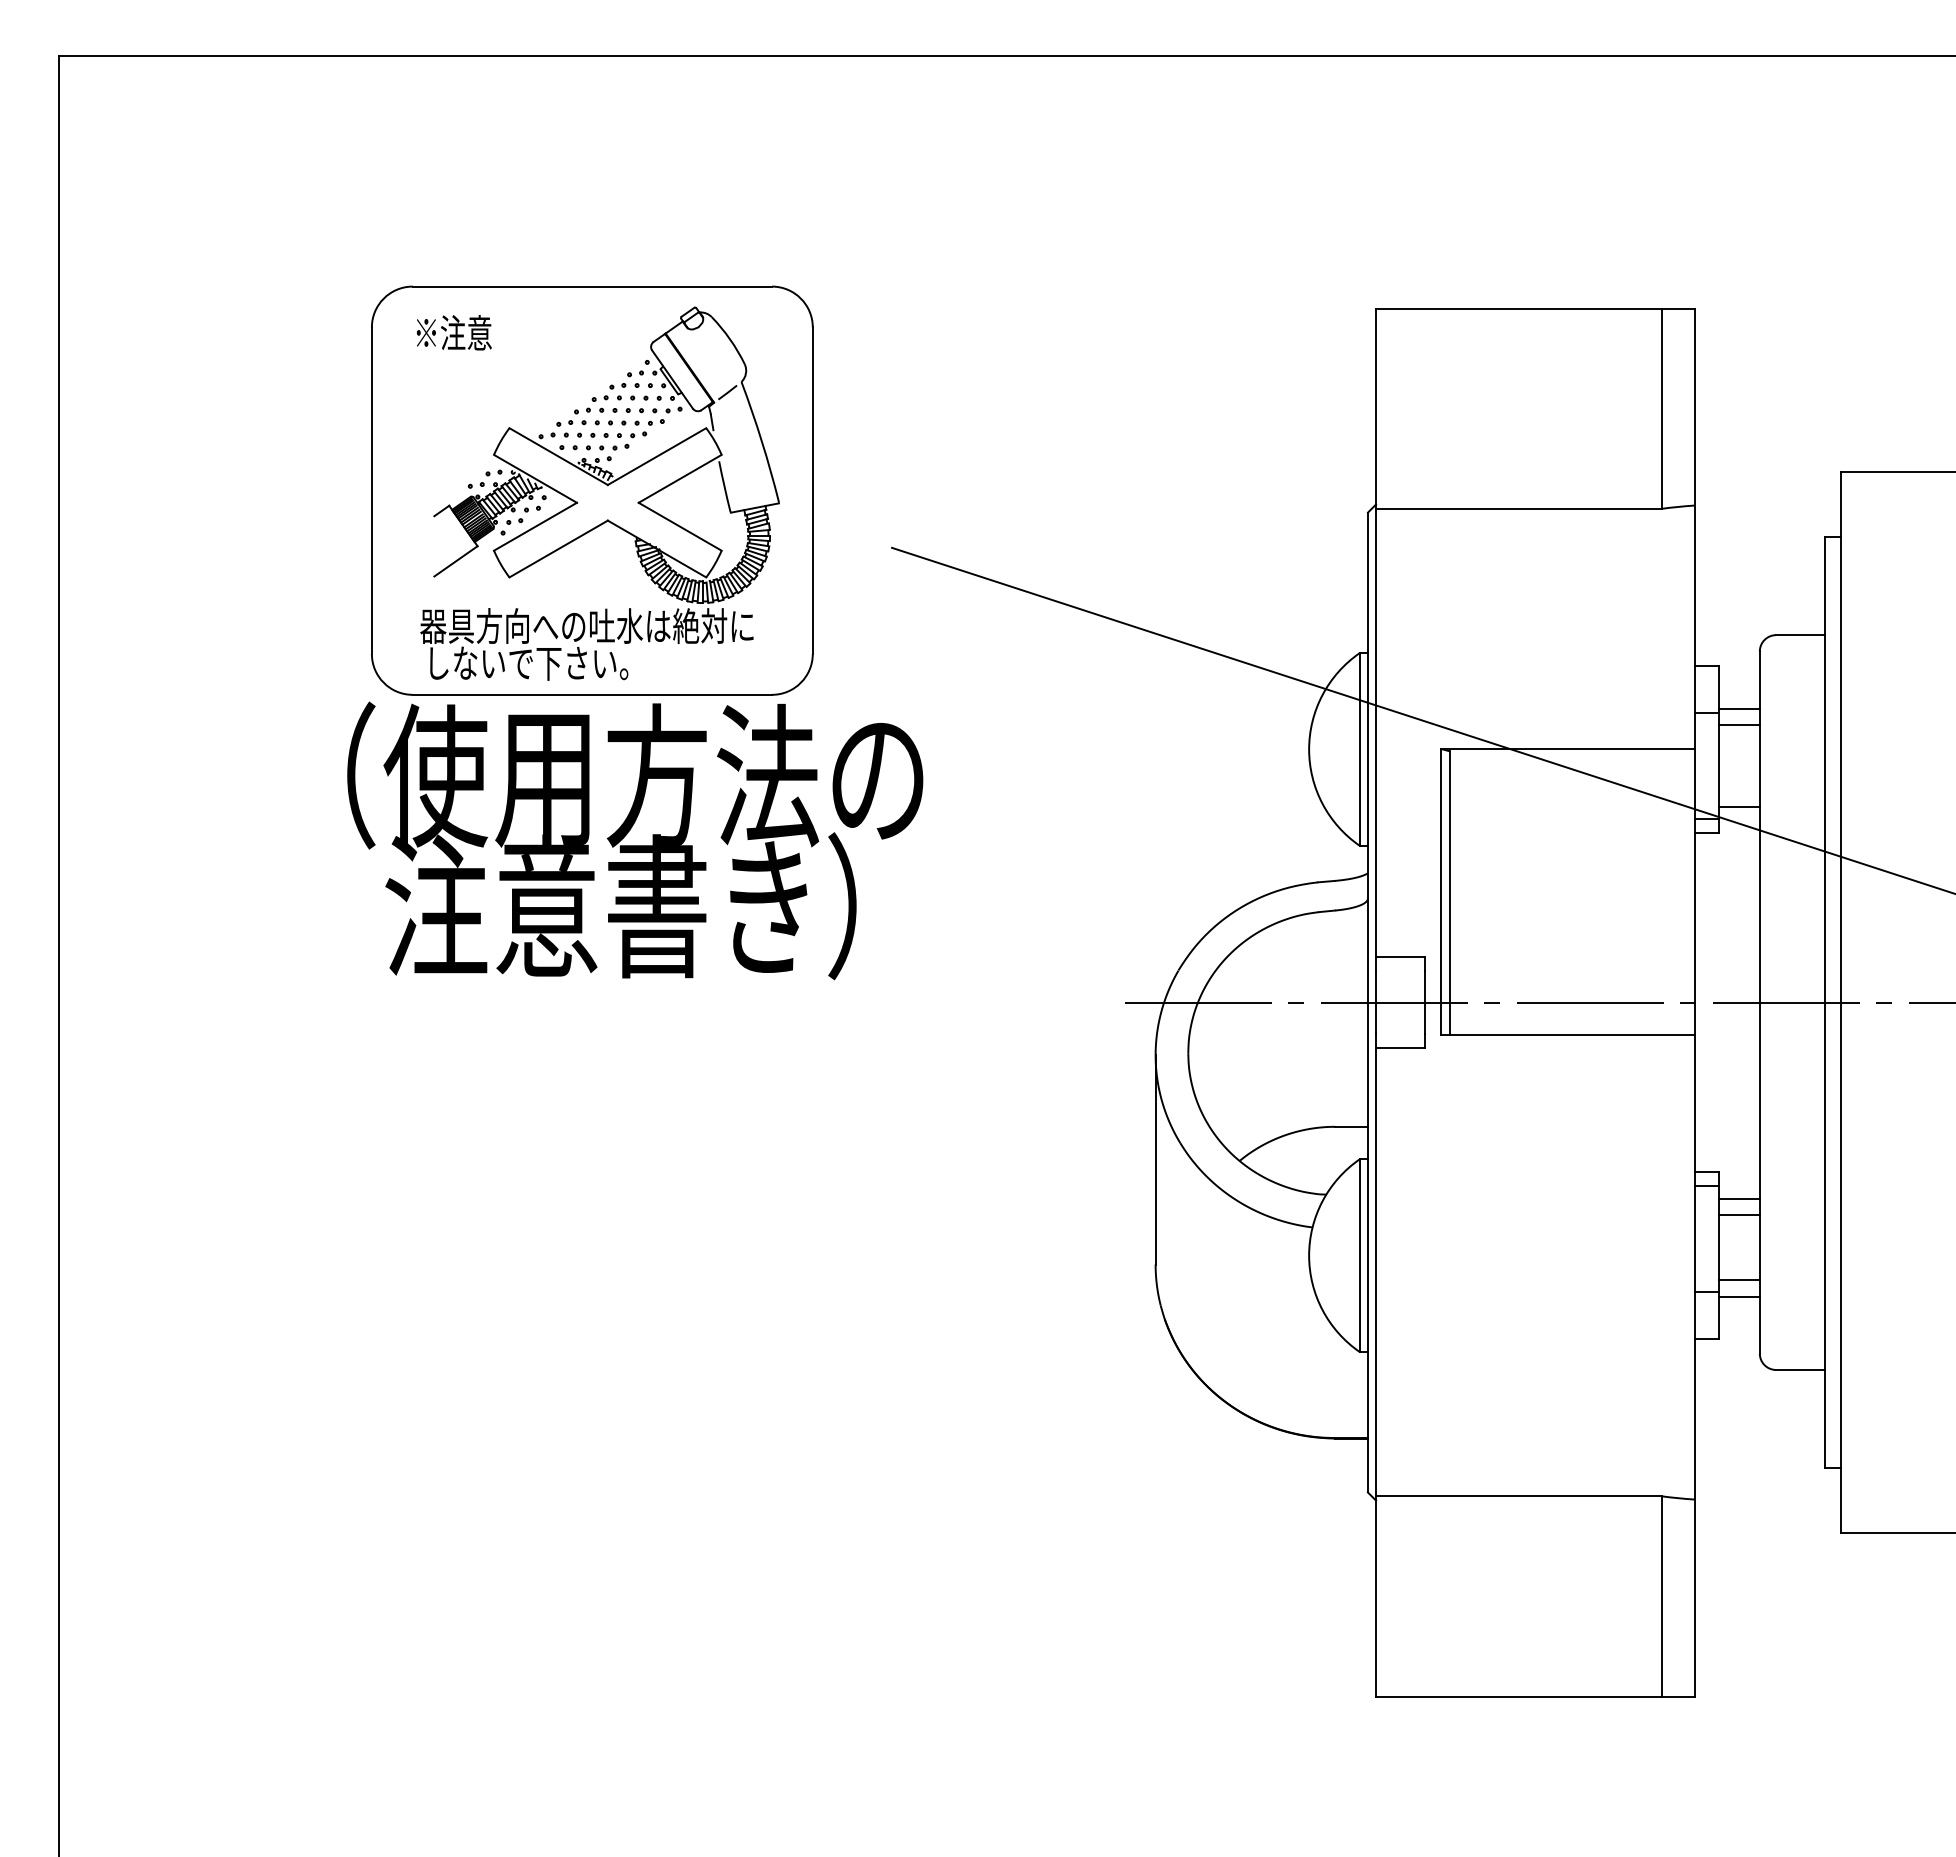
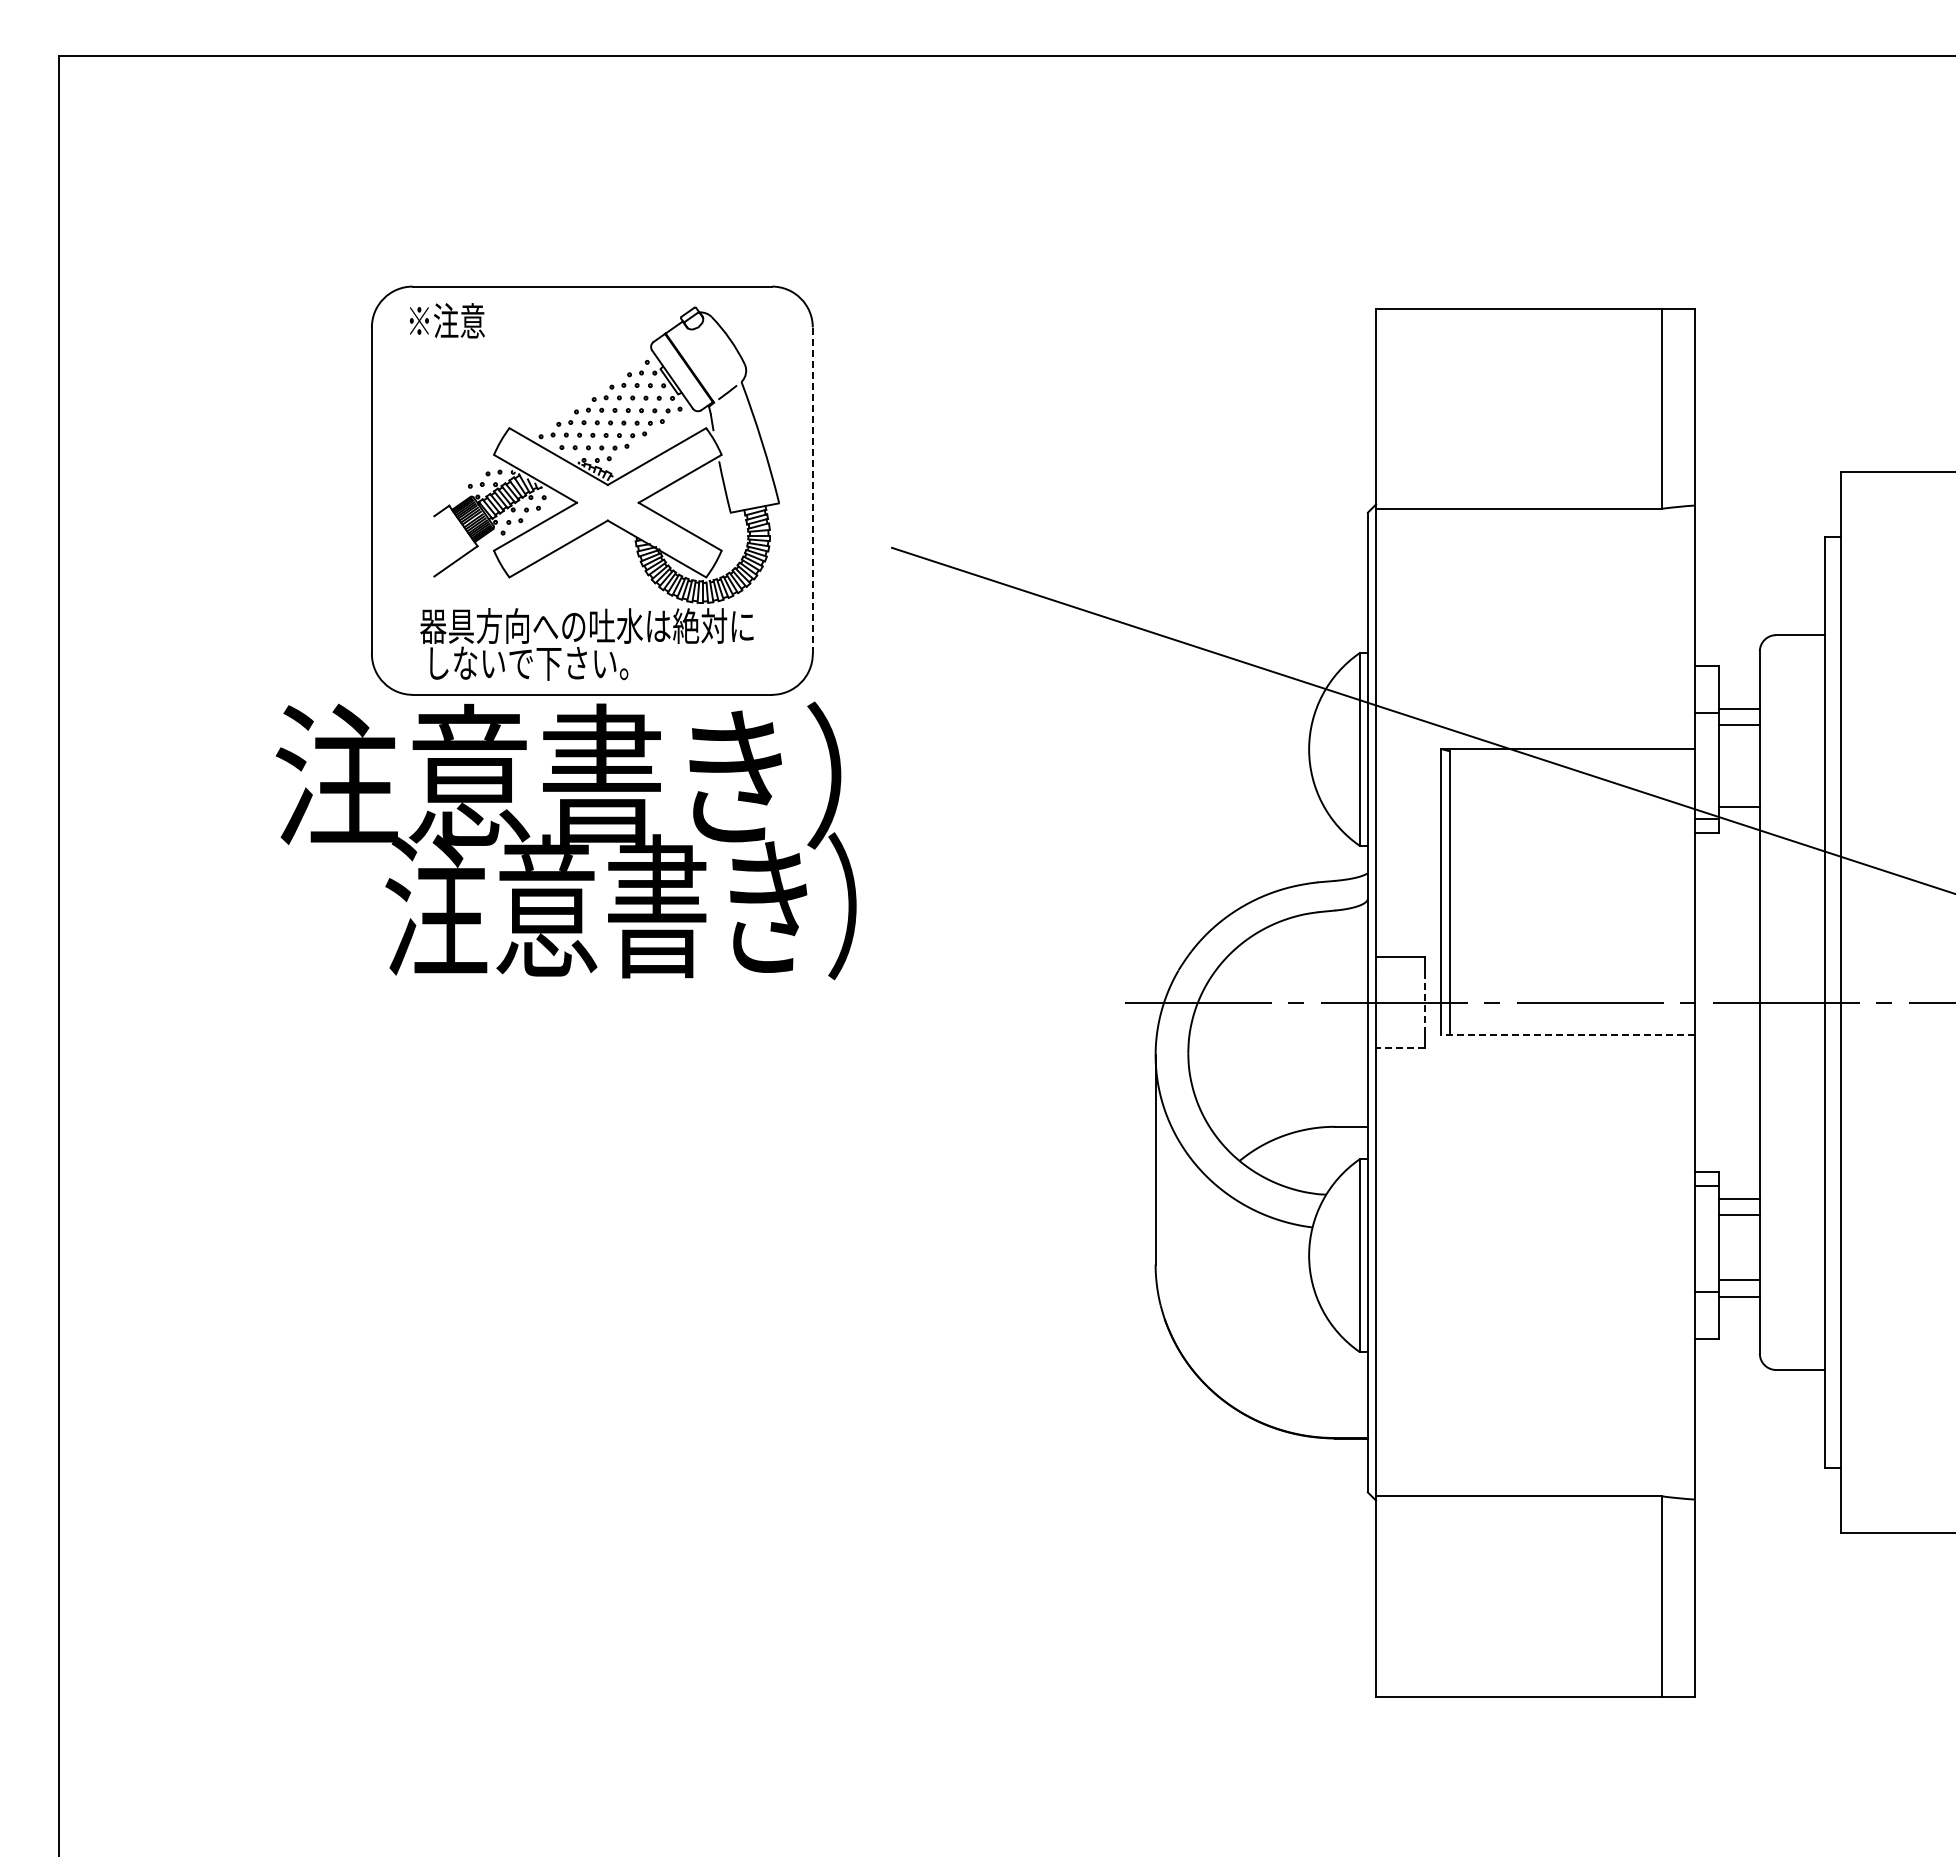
text at (453, 332) position: (453, 332) -> (446, 320)
line at (812, 490): solid -> dashed
text at (599, 775): （使用方法の -> 注意書き）
line at (1425, 1002): solid -> dashed
line at (1567, 1035): solid -> dashed
line at (1400, 1047): solid -> dashed
